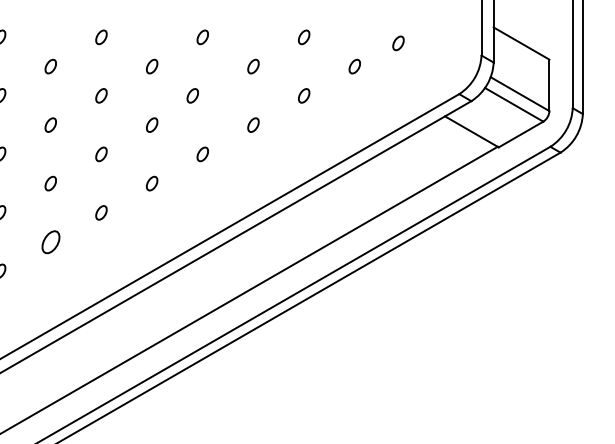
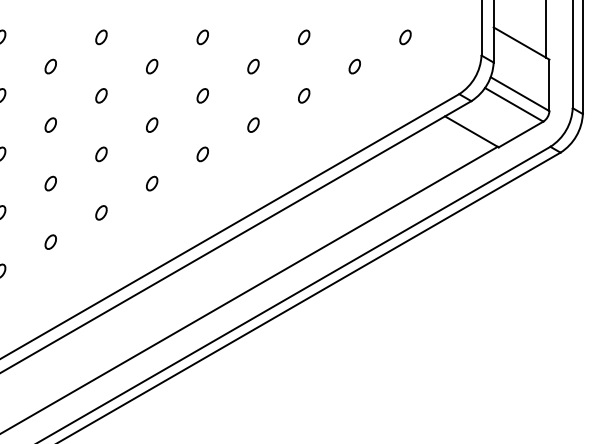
line at (546, 29): none -> present
part at (398, 43) position: (398, 43) -> (405, 37)
part at (192, 95) position: (192, 95) -> (202, 95)
part at (50, 242) size: 20x25 px -> 13x16 px
